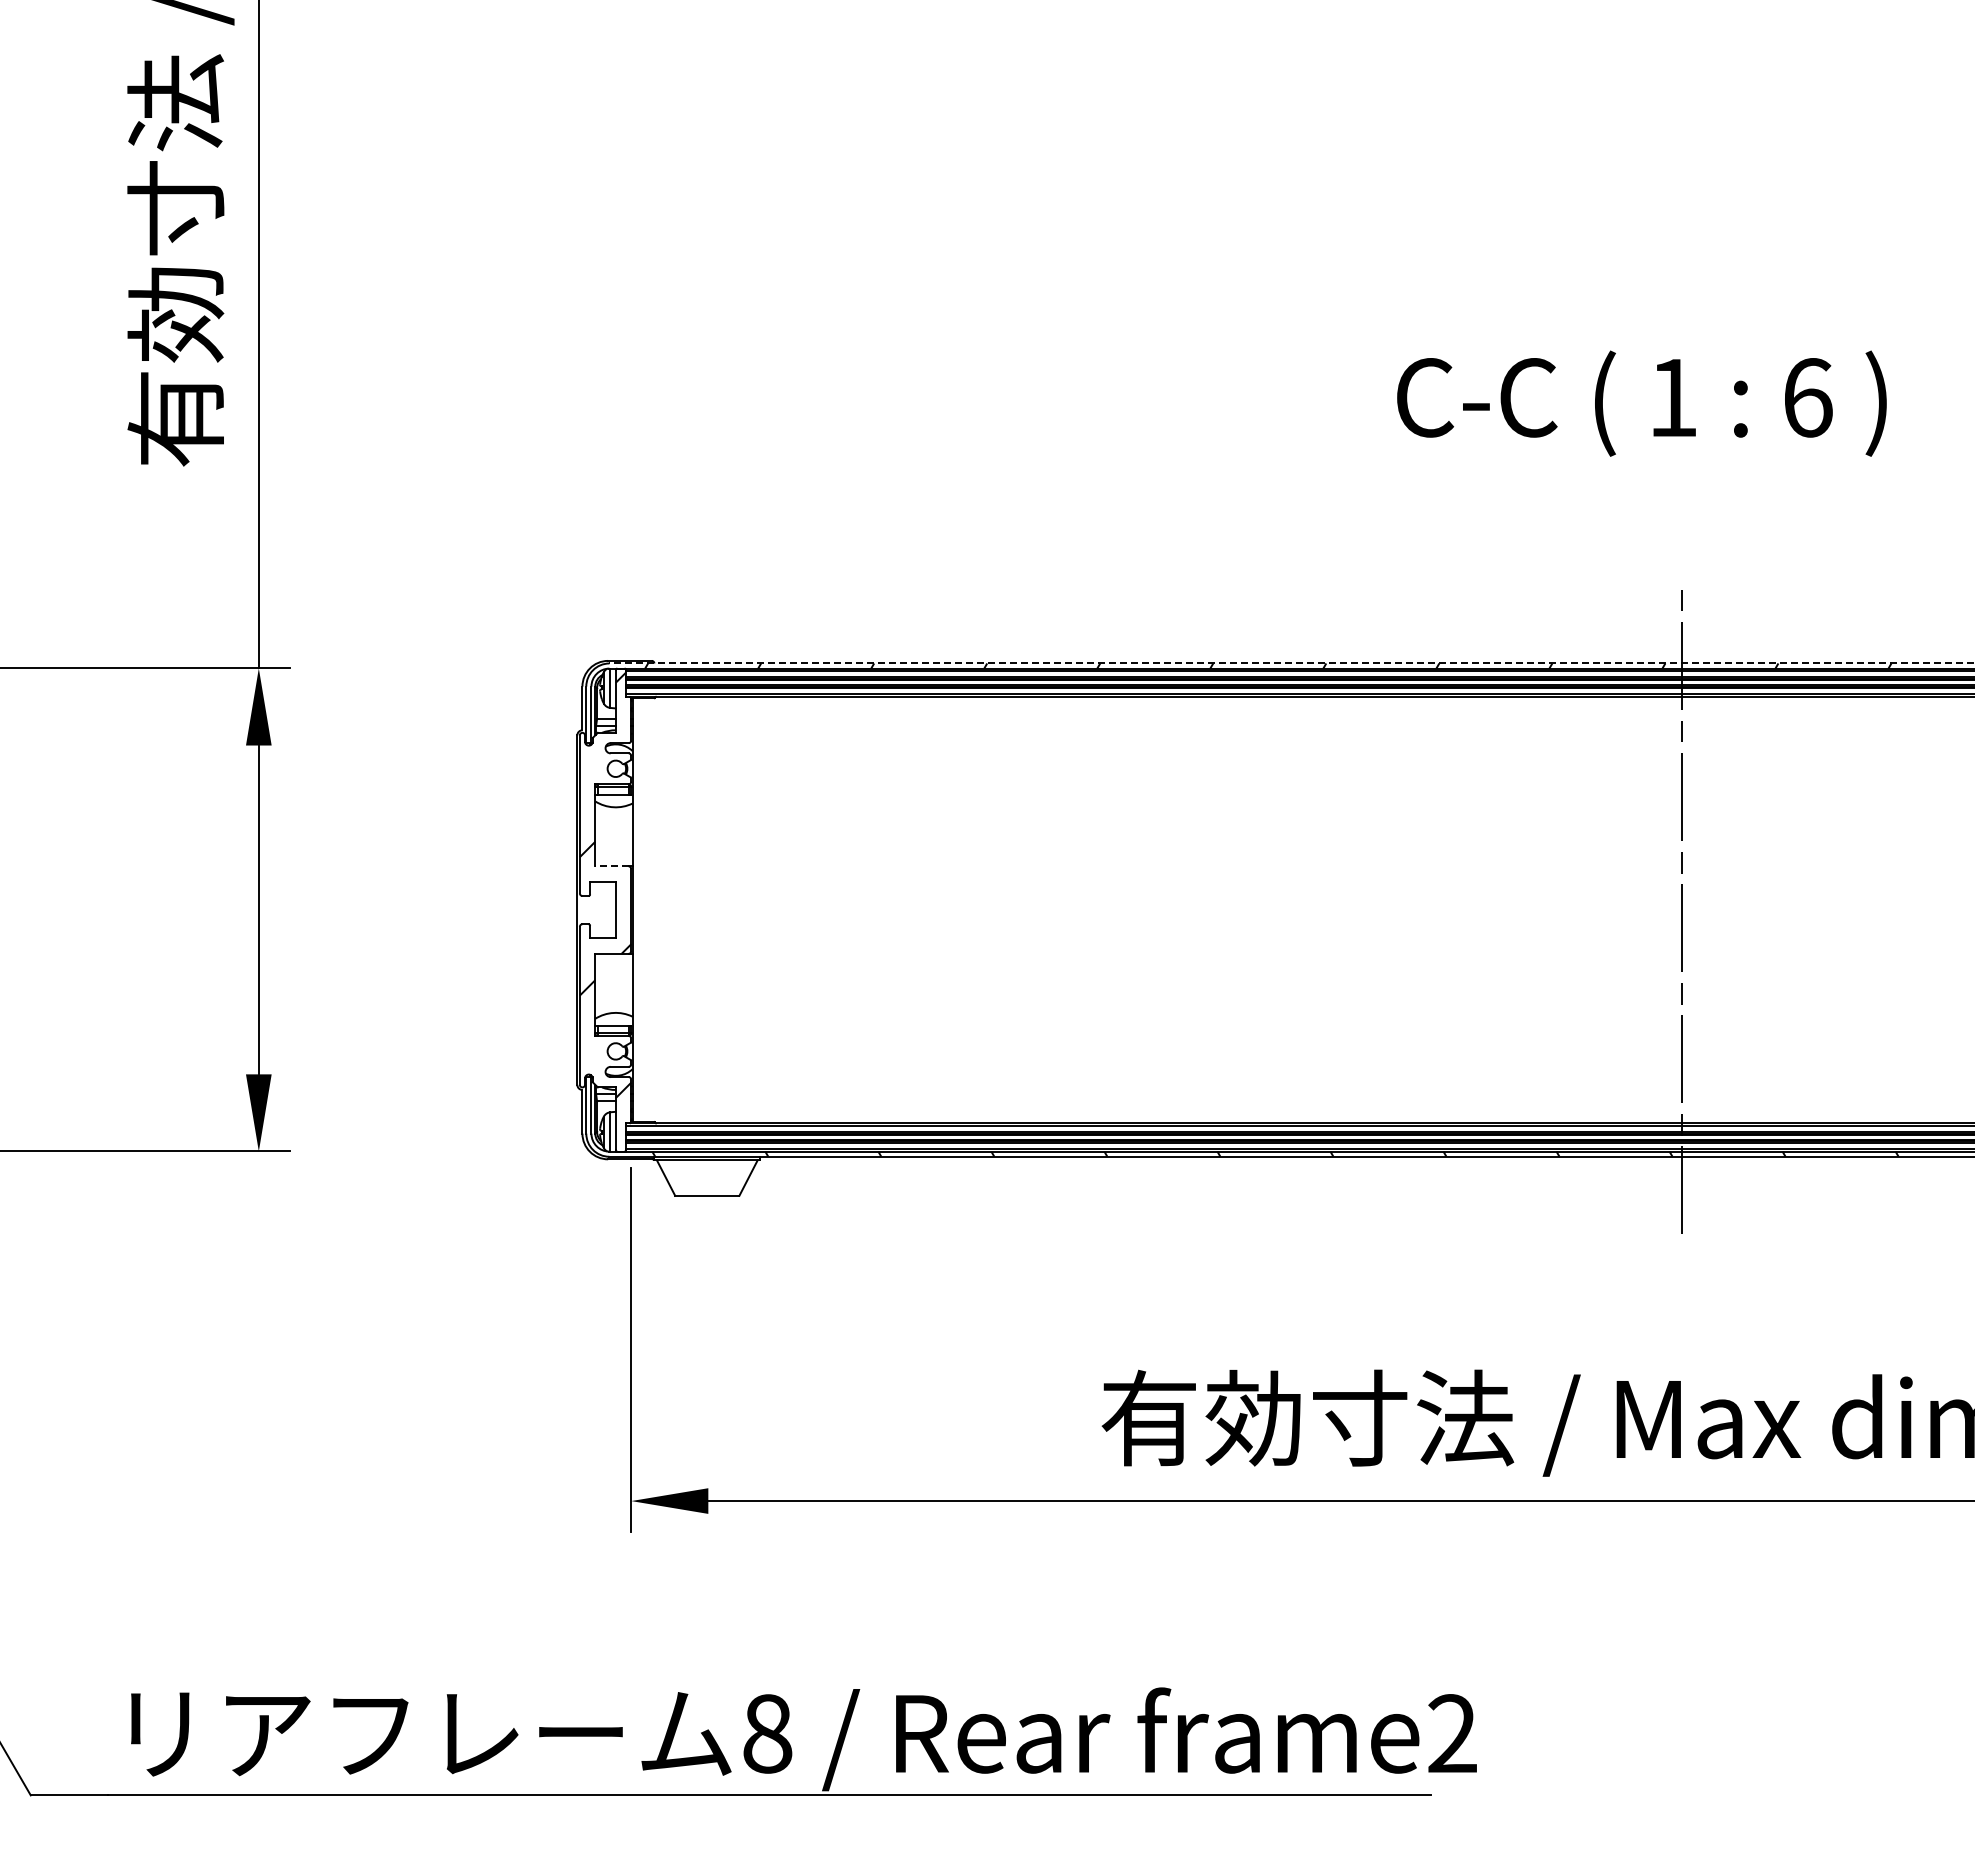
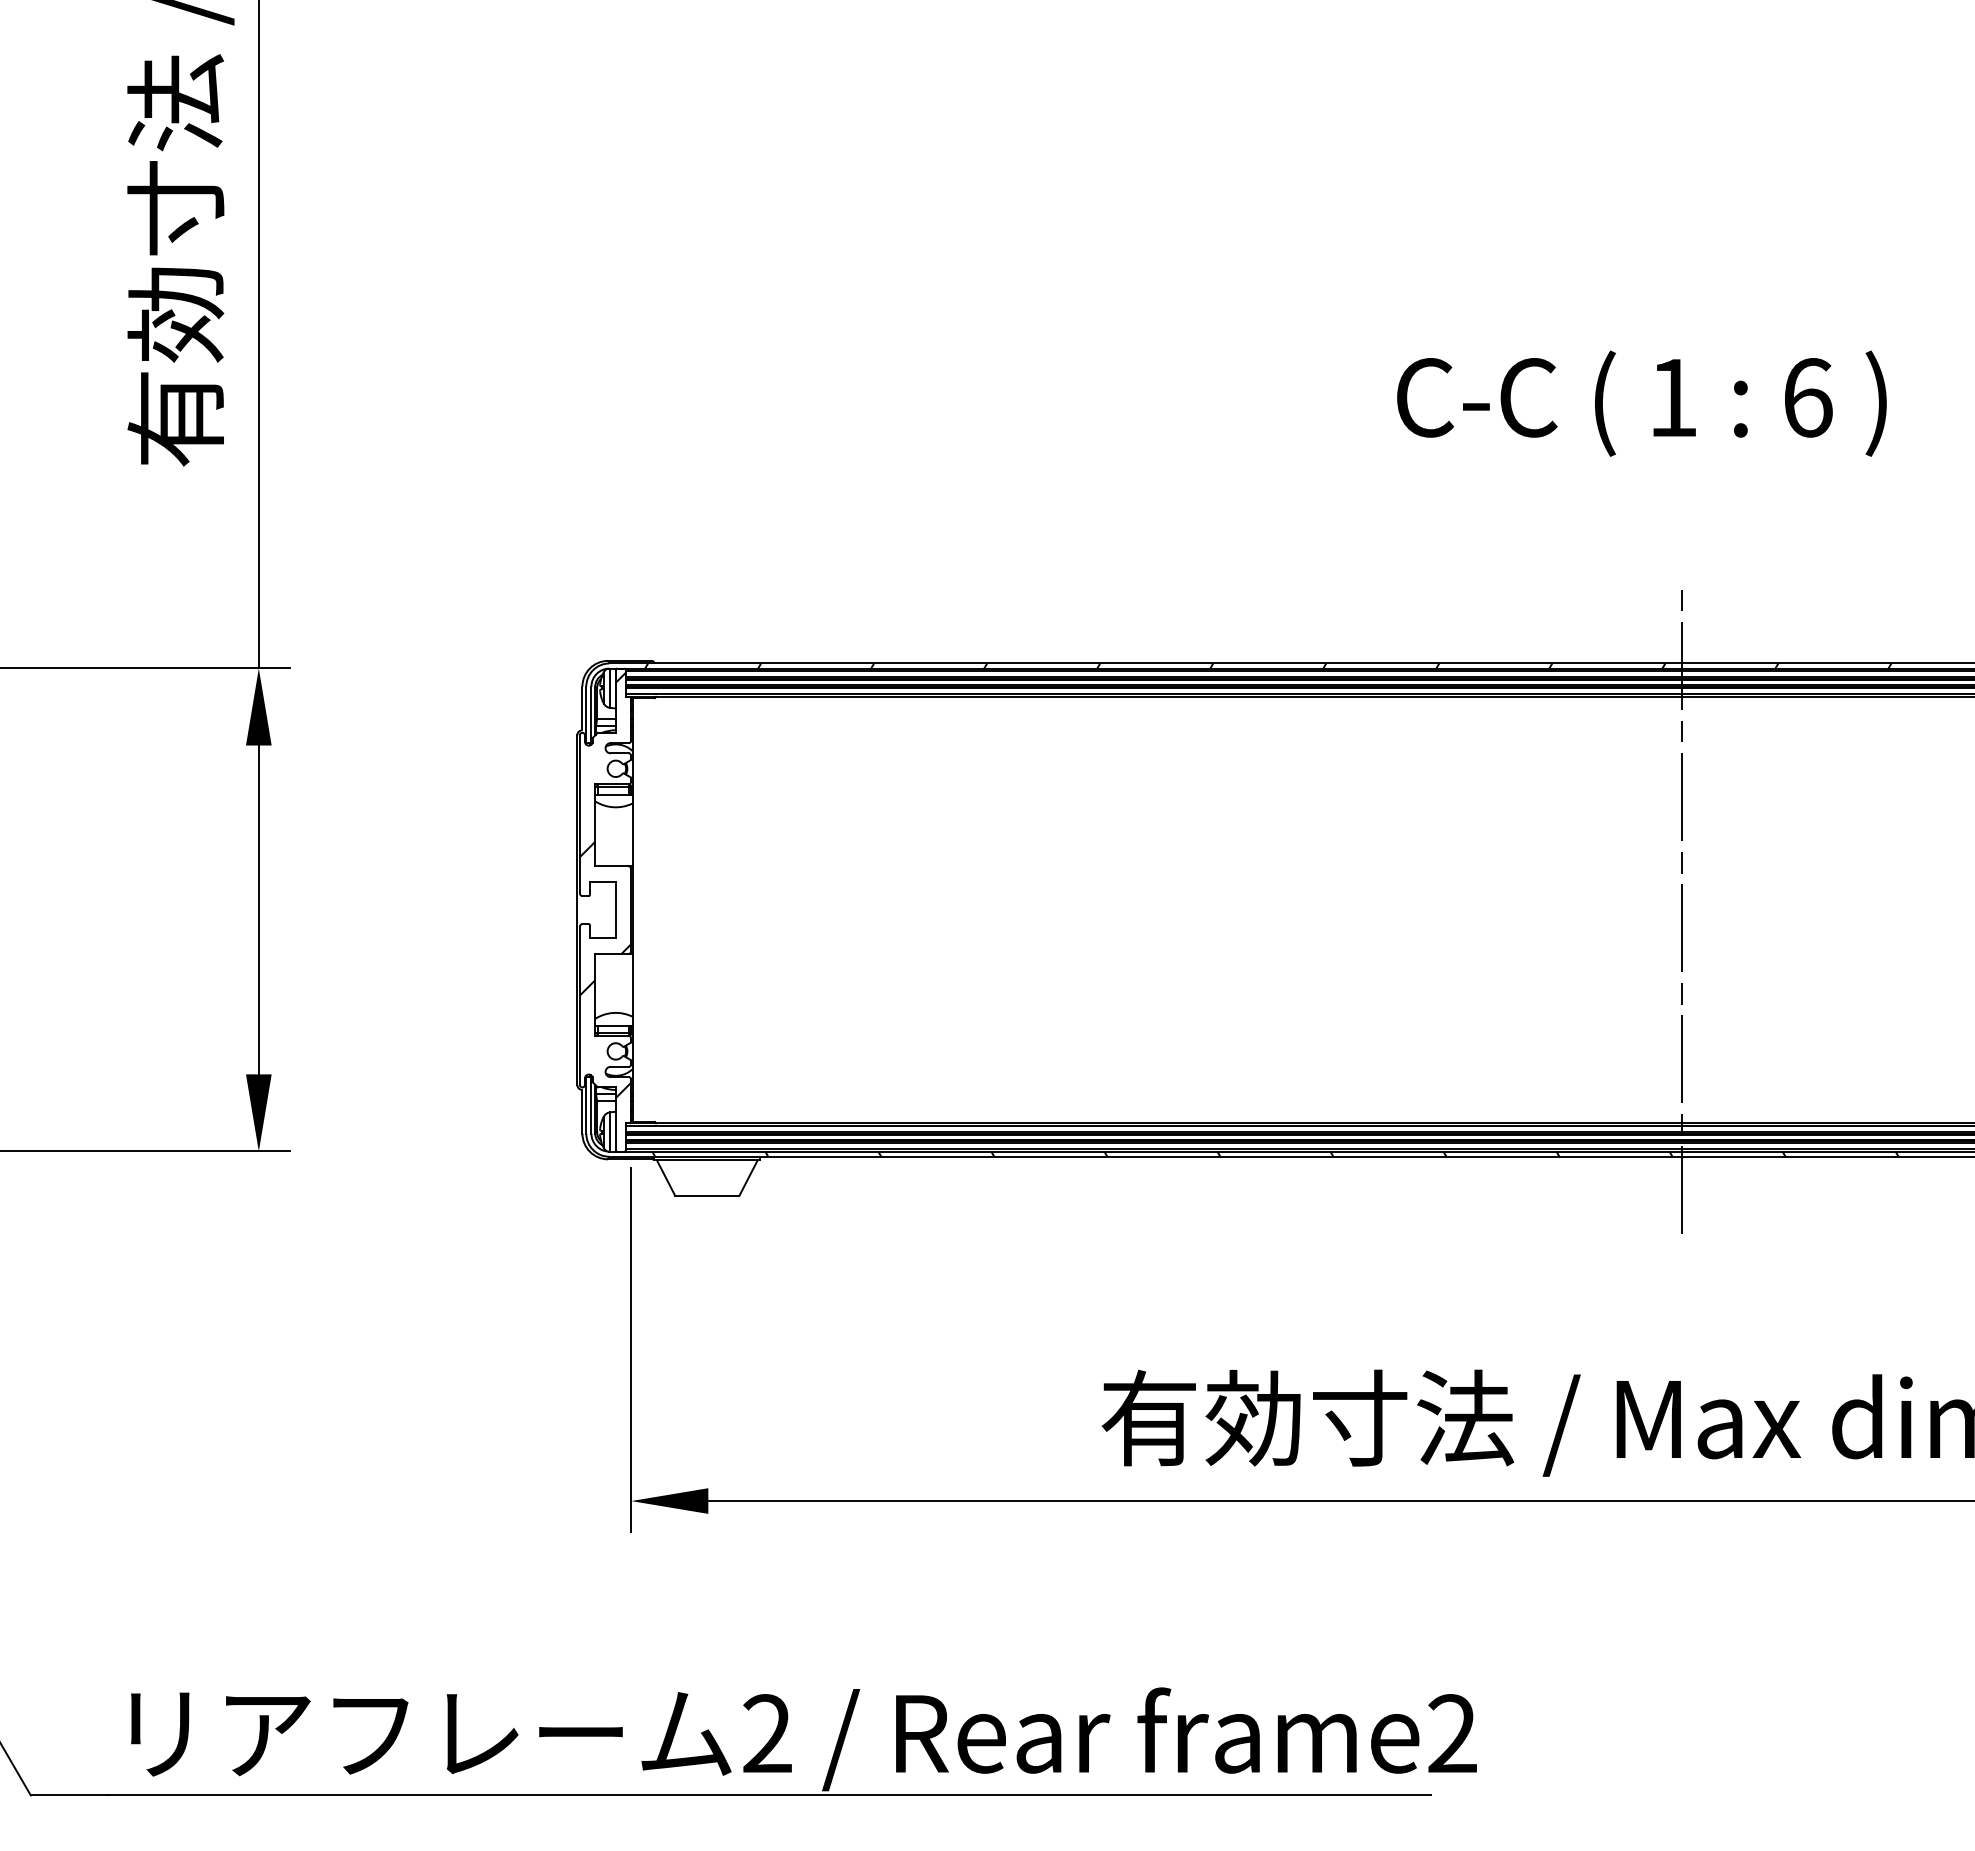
line at (1292, 663): dashed -> solid
line at (611, 866): dashed -> solid
text at (767, 1733): 8 -> 2
